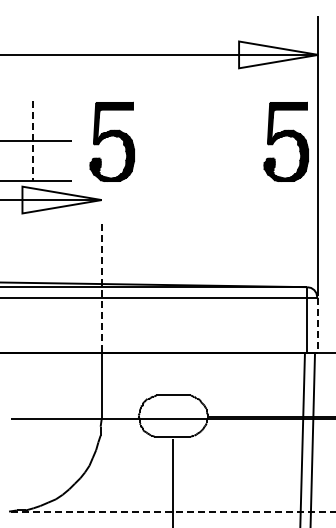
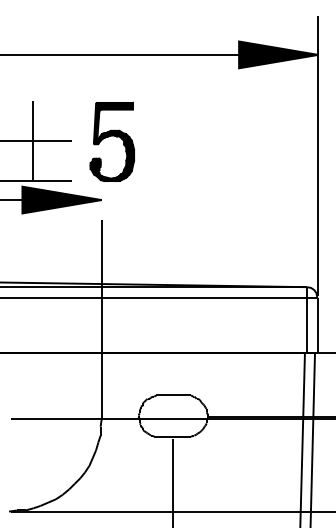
fill at (278, 54): none -> present
line at (32, 141): dashed -> solid
part at (285, 141): present -> none
fill at (61, 199): none -> present
line at (101, 286): dashed -> solid
line at (318, 326): dashed -> solid
line at (173, 511): dashed -> solid
